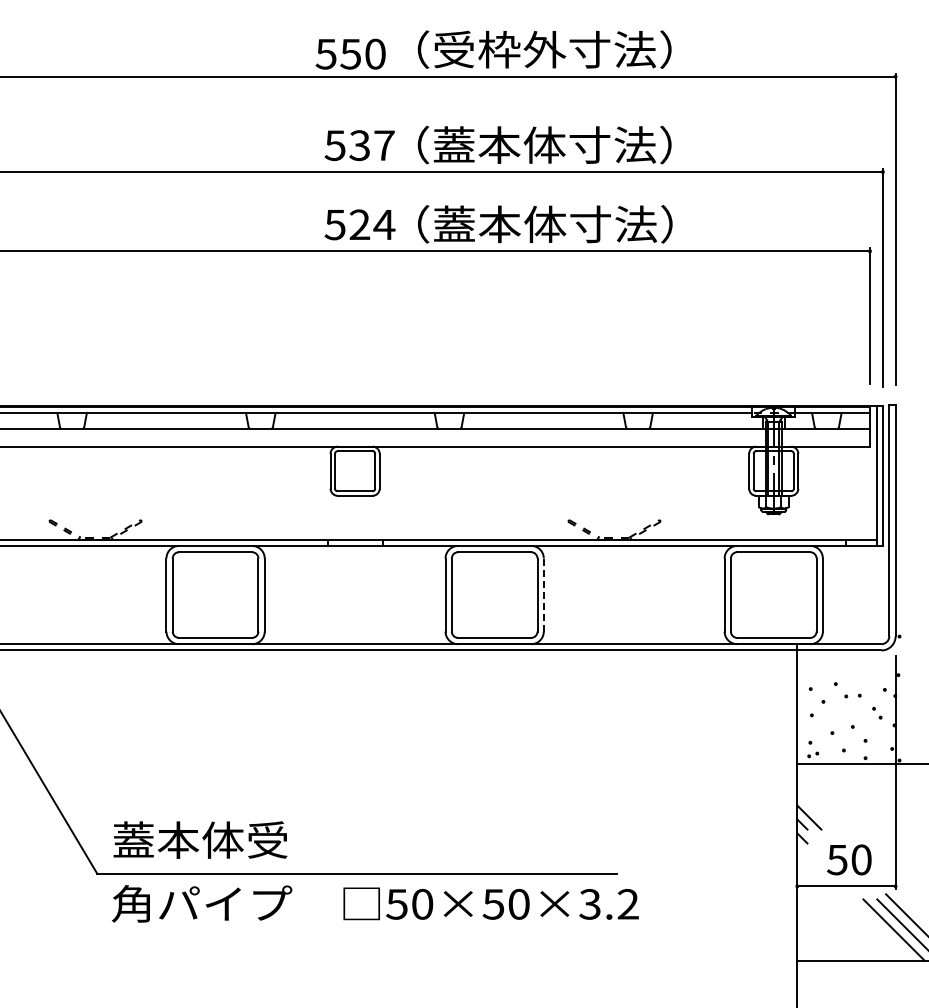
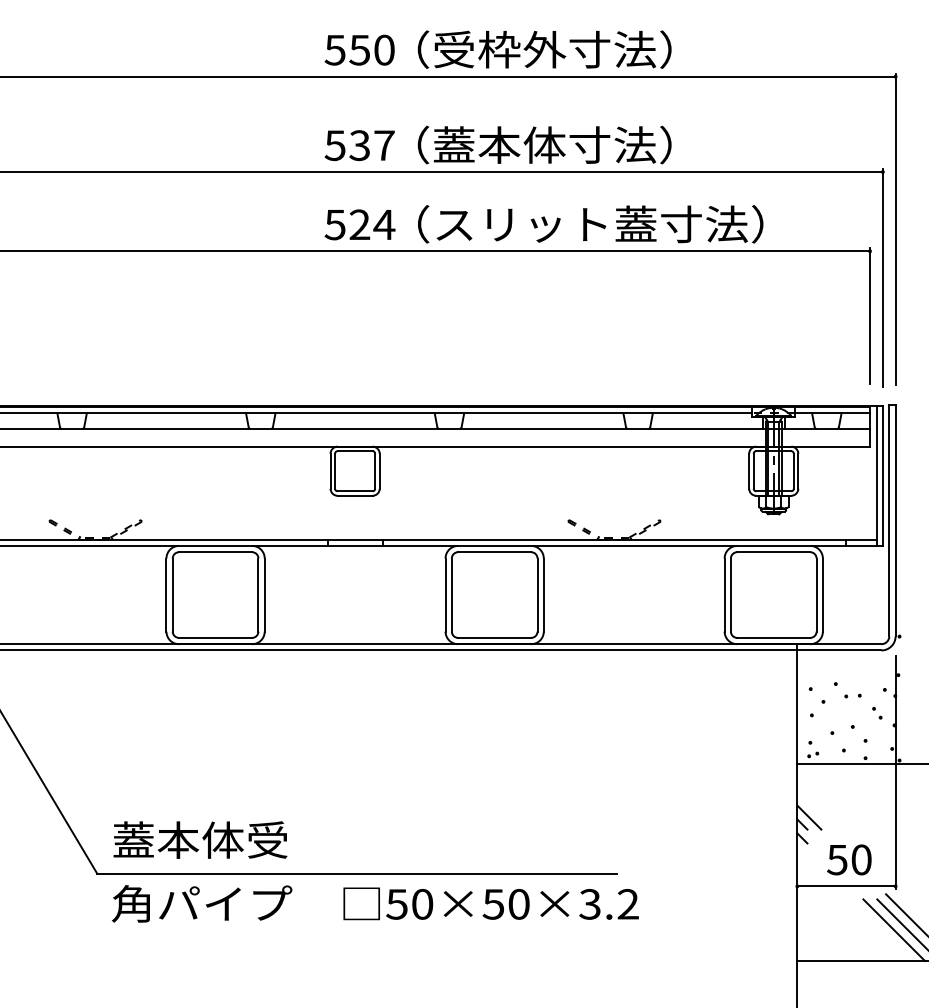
text at (350, 53) position: (350, 53) -> (359, 49)
text at (598, 224): （蓋本体寸法） -> （スリット蓋寸法）
line at (543, 595): dashed -> solid
